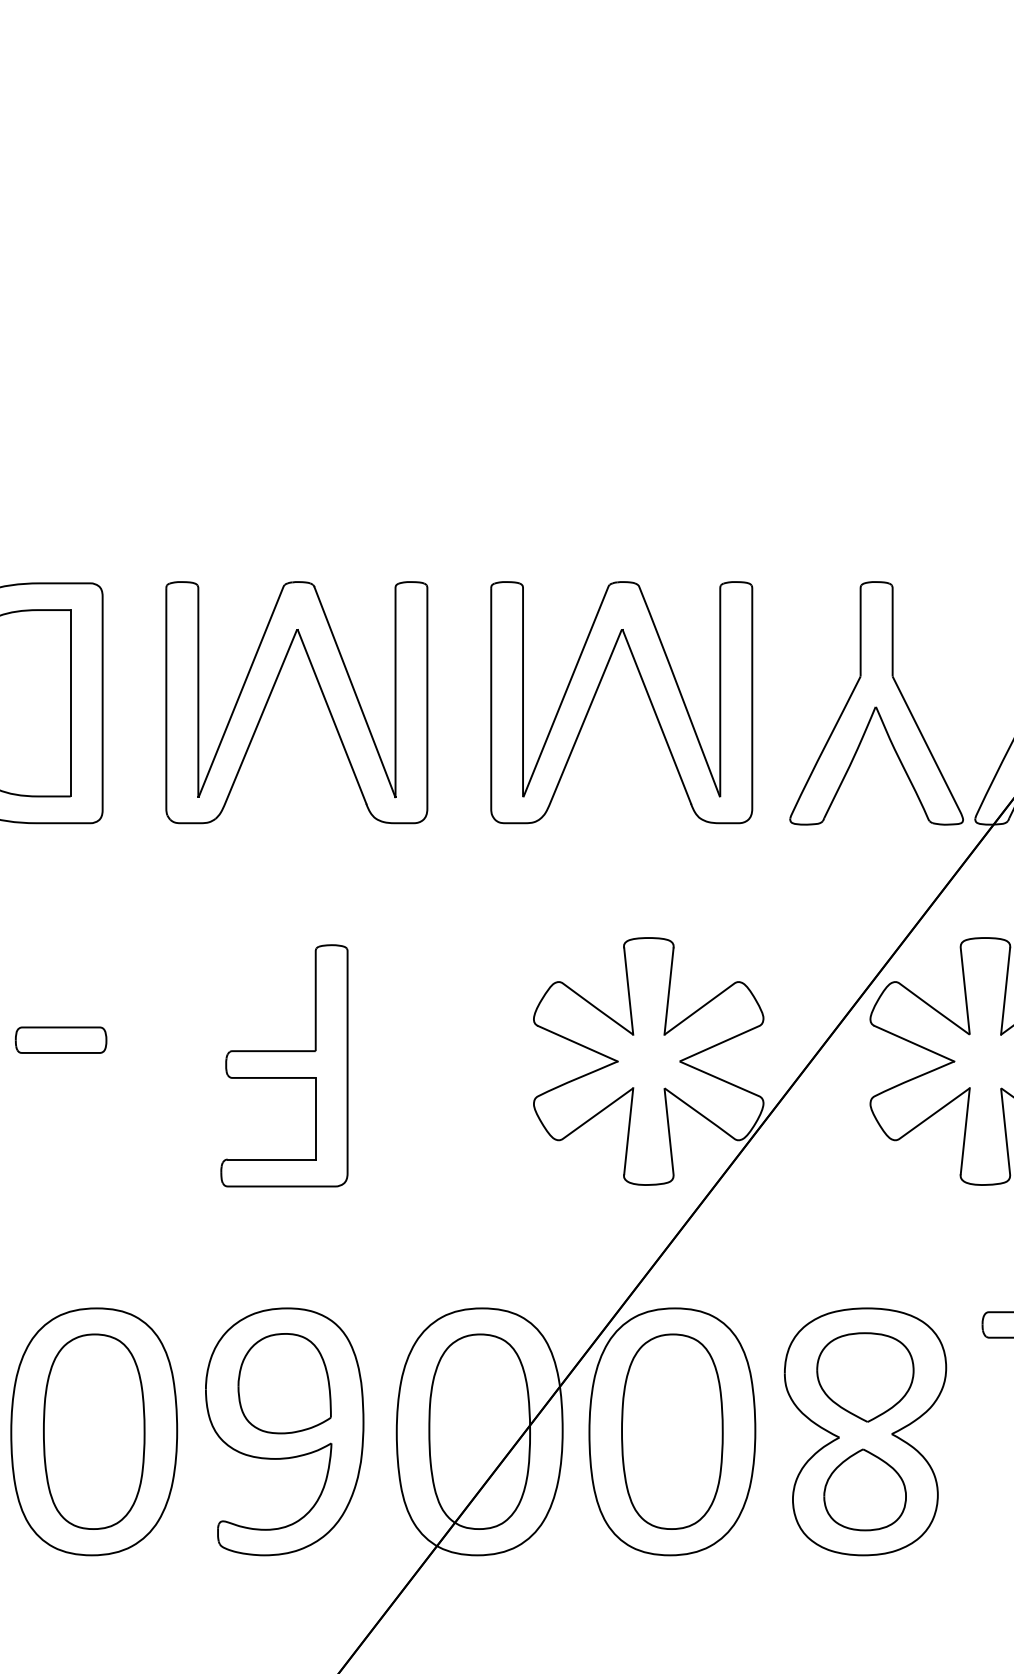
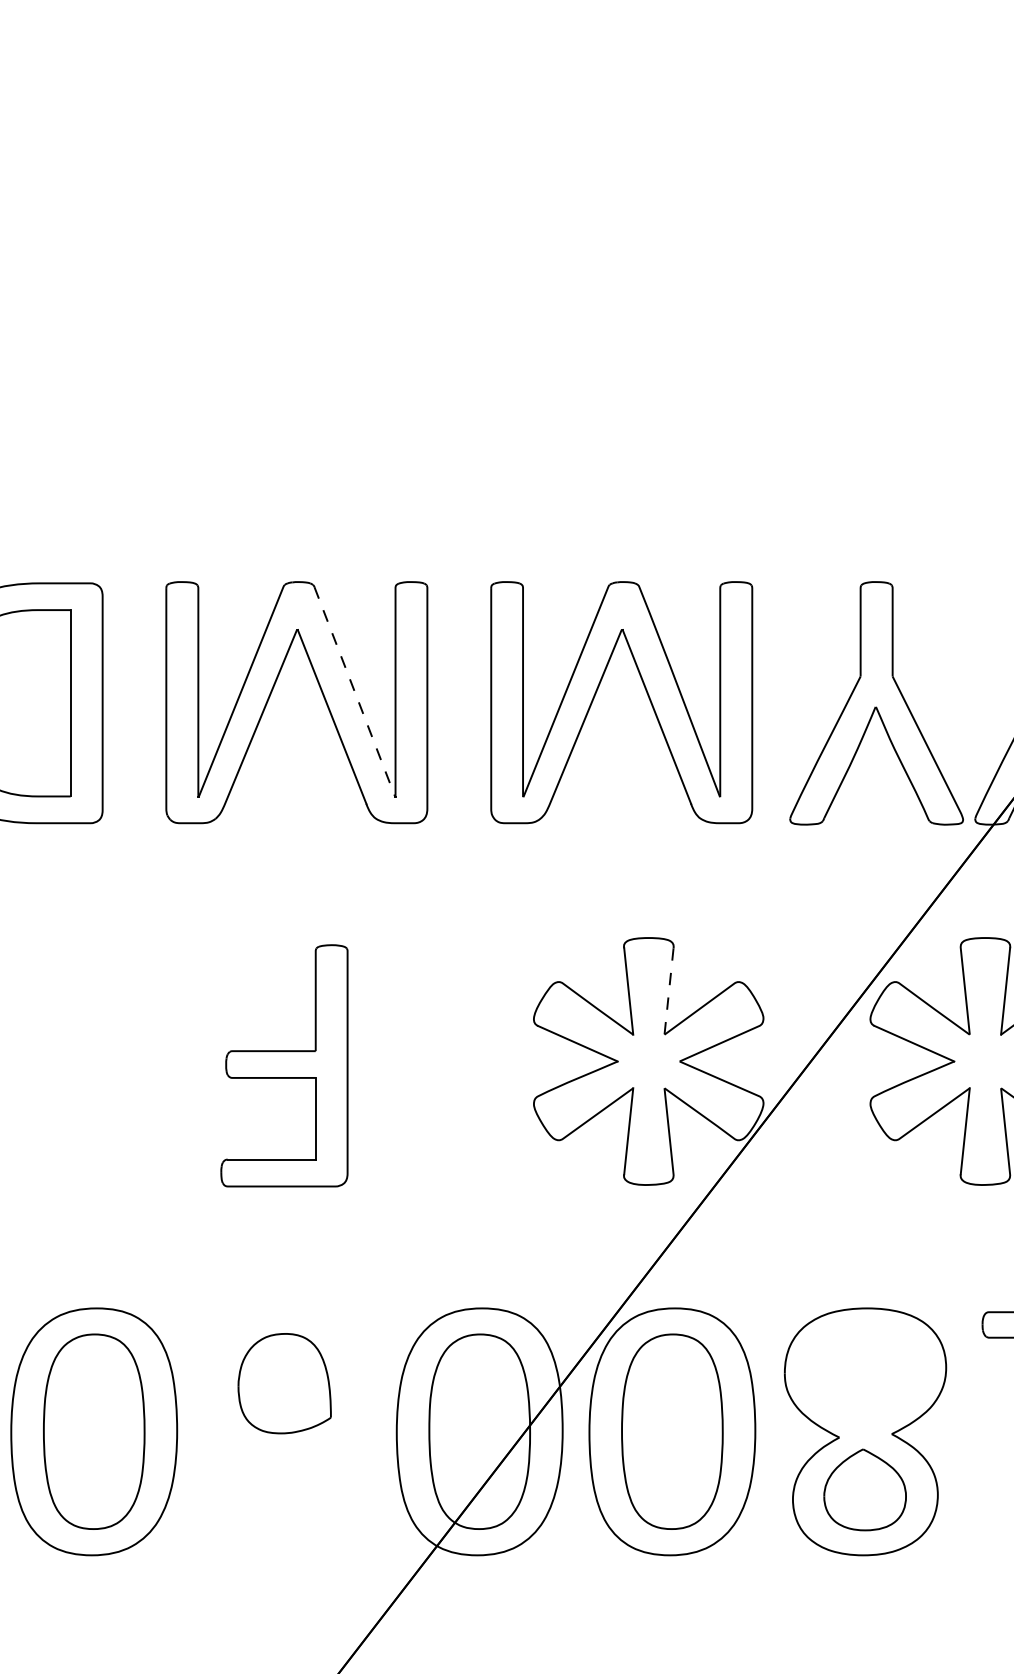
line at (354, 692): solid -> dashed
line at (668, 992): solid -> dashed
part at (60, 1039): present -> none
part at (865, 1377): present -> none
part at (284, 1431): present -> none
